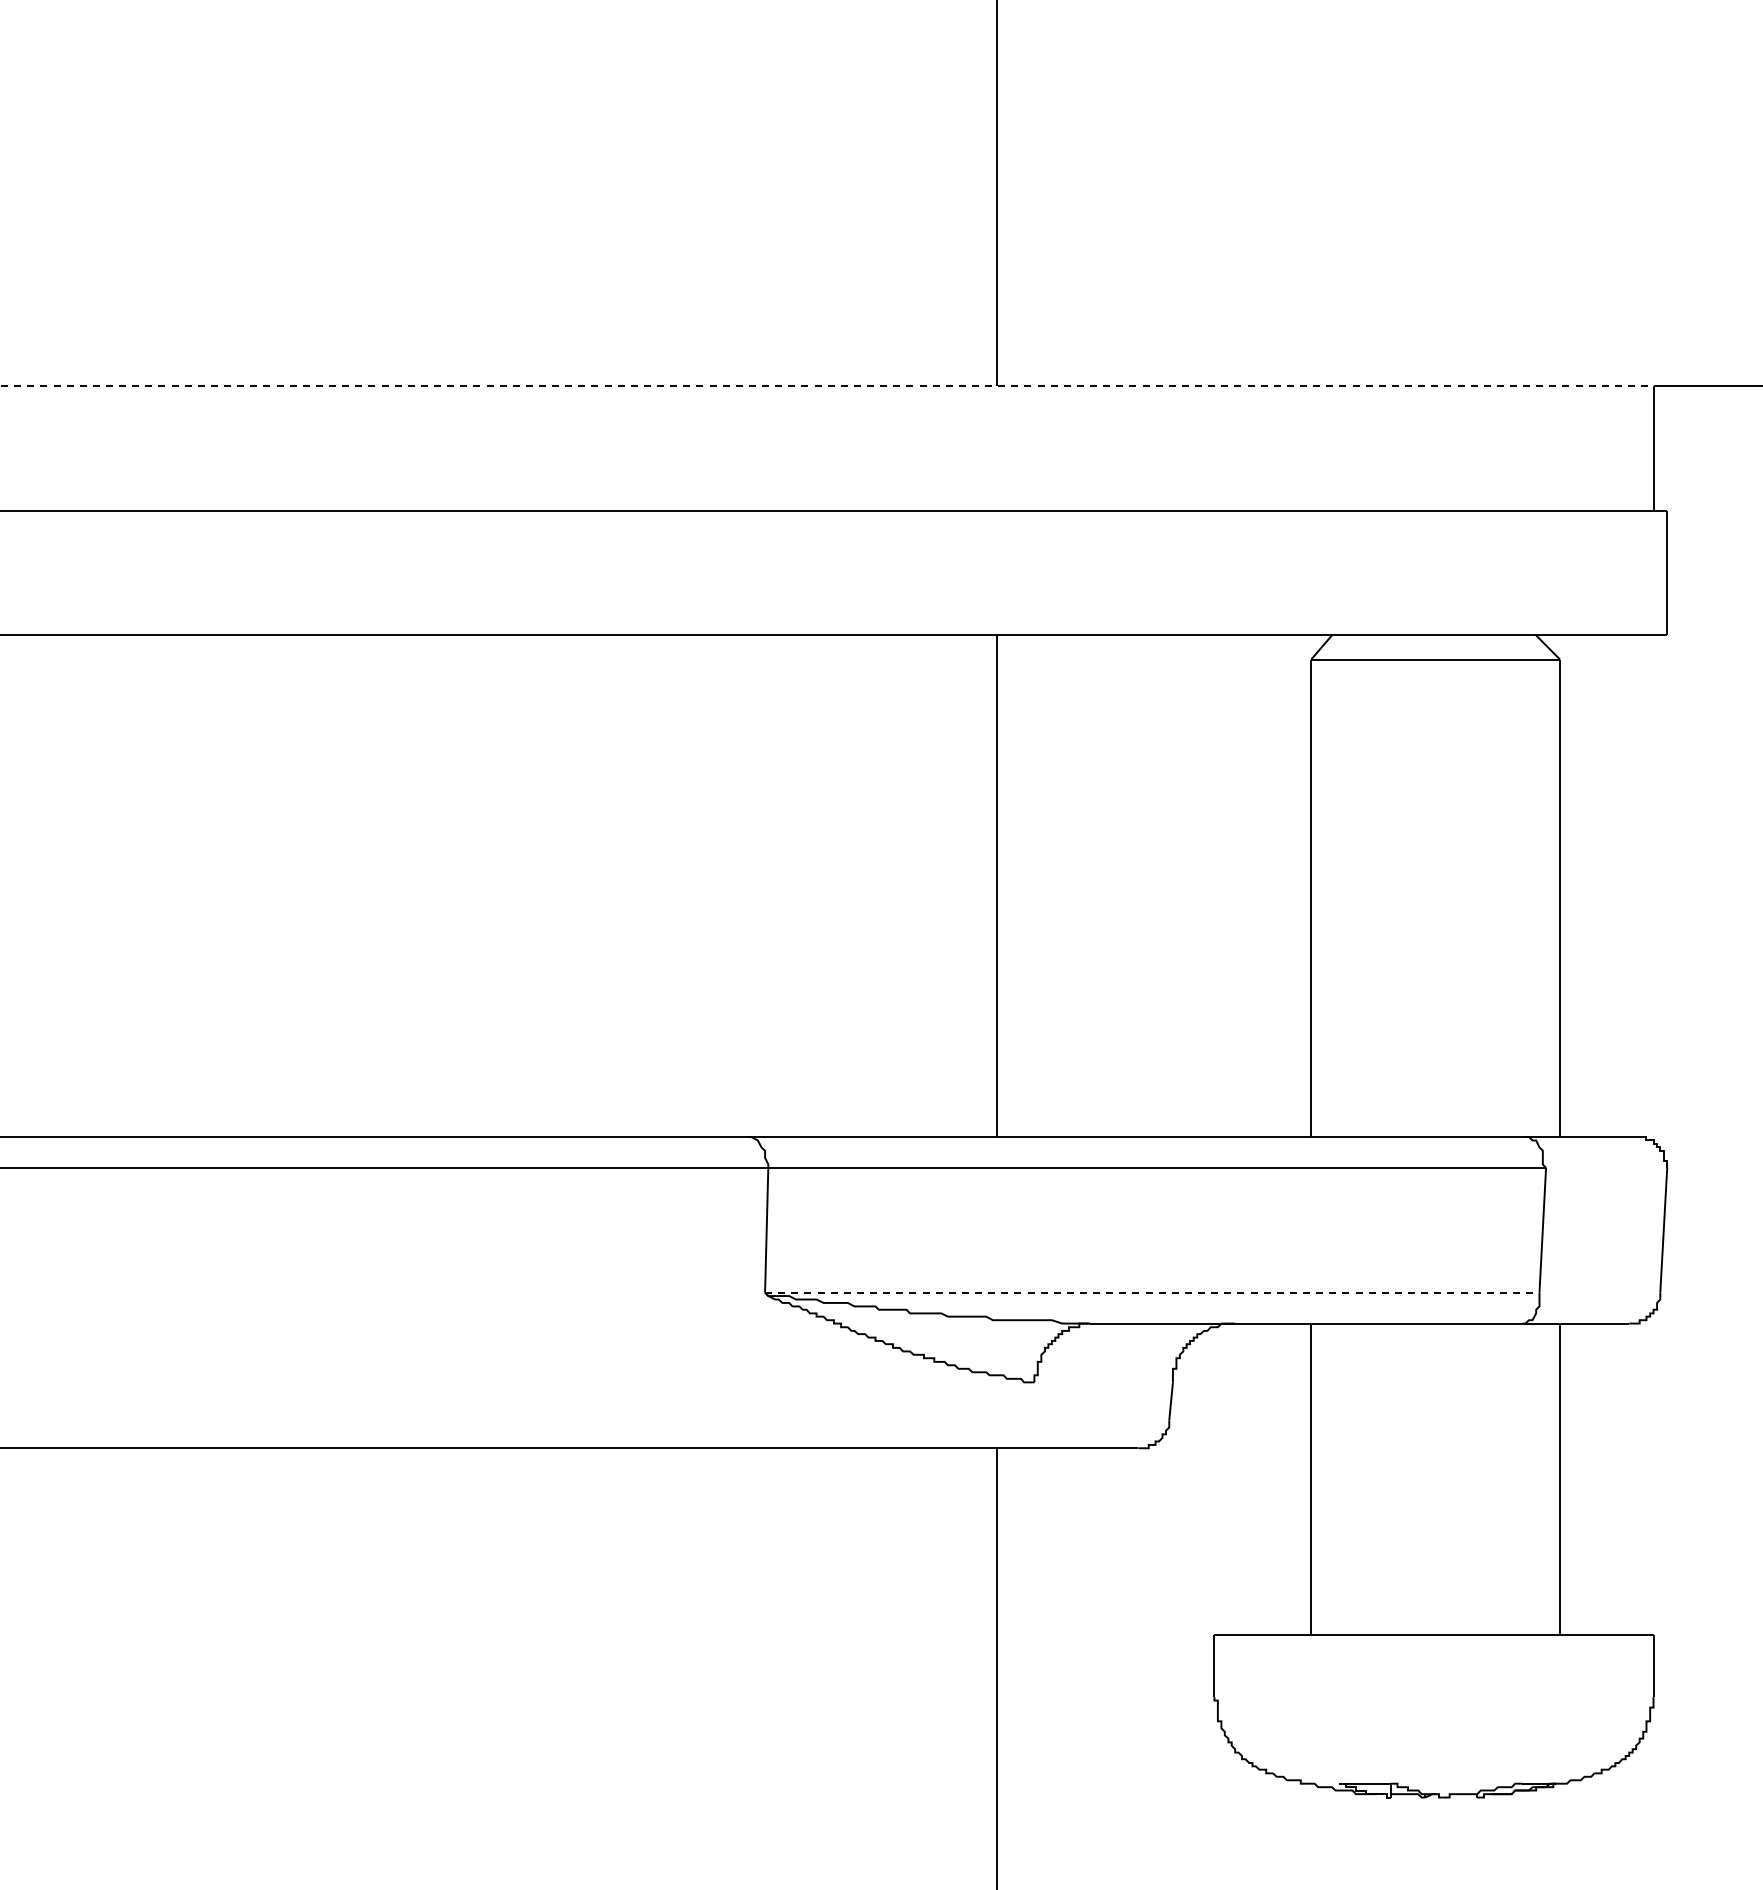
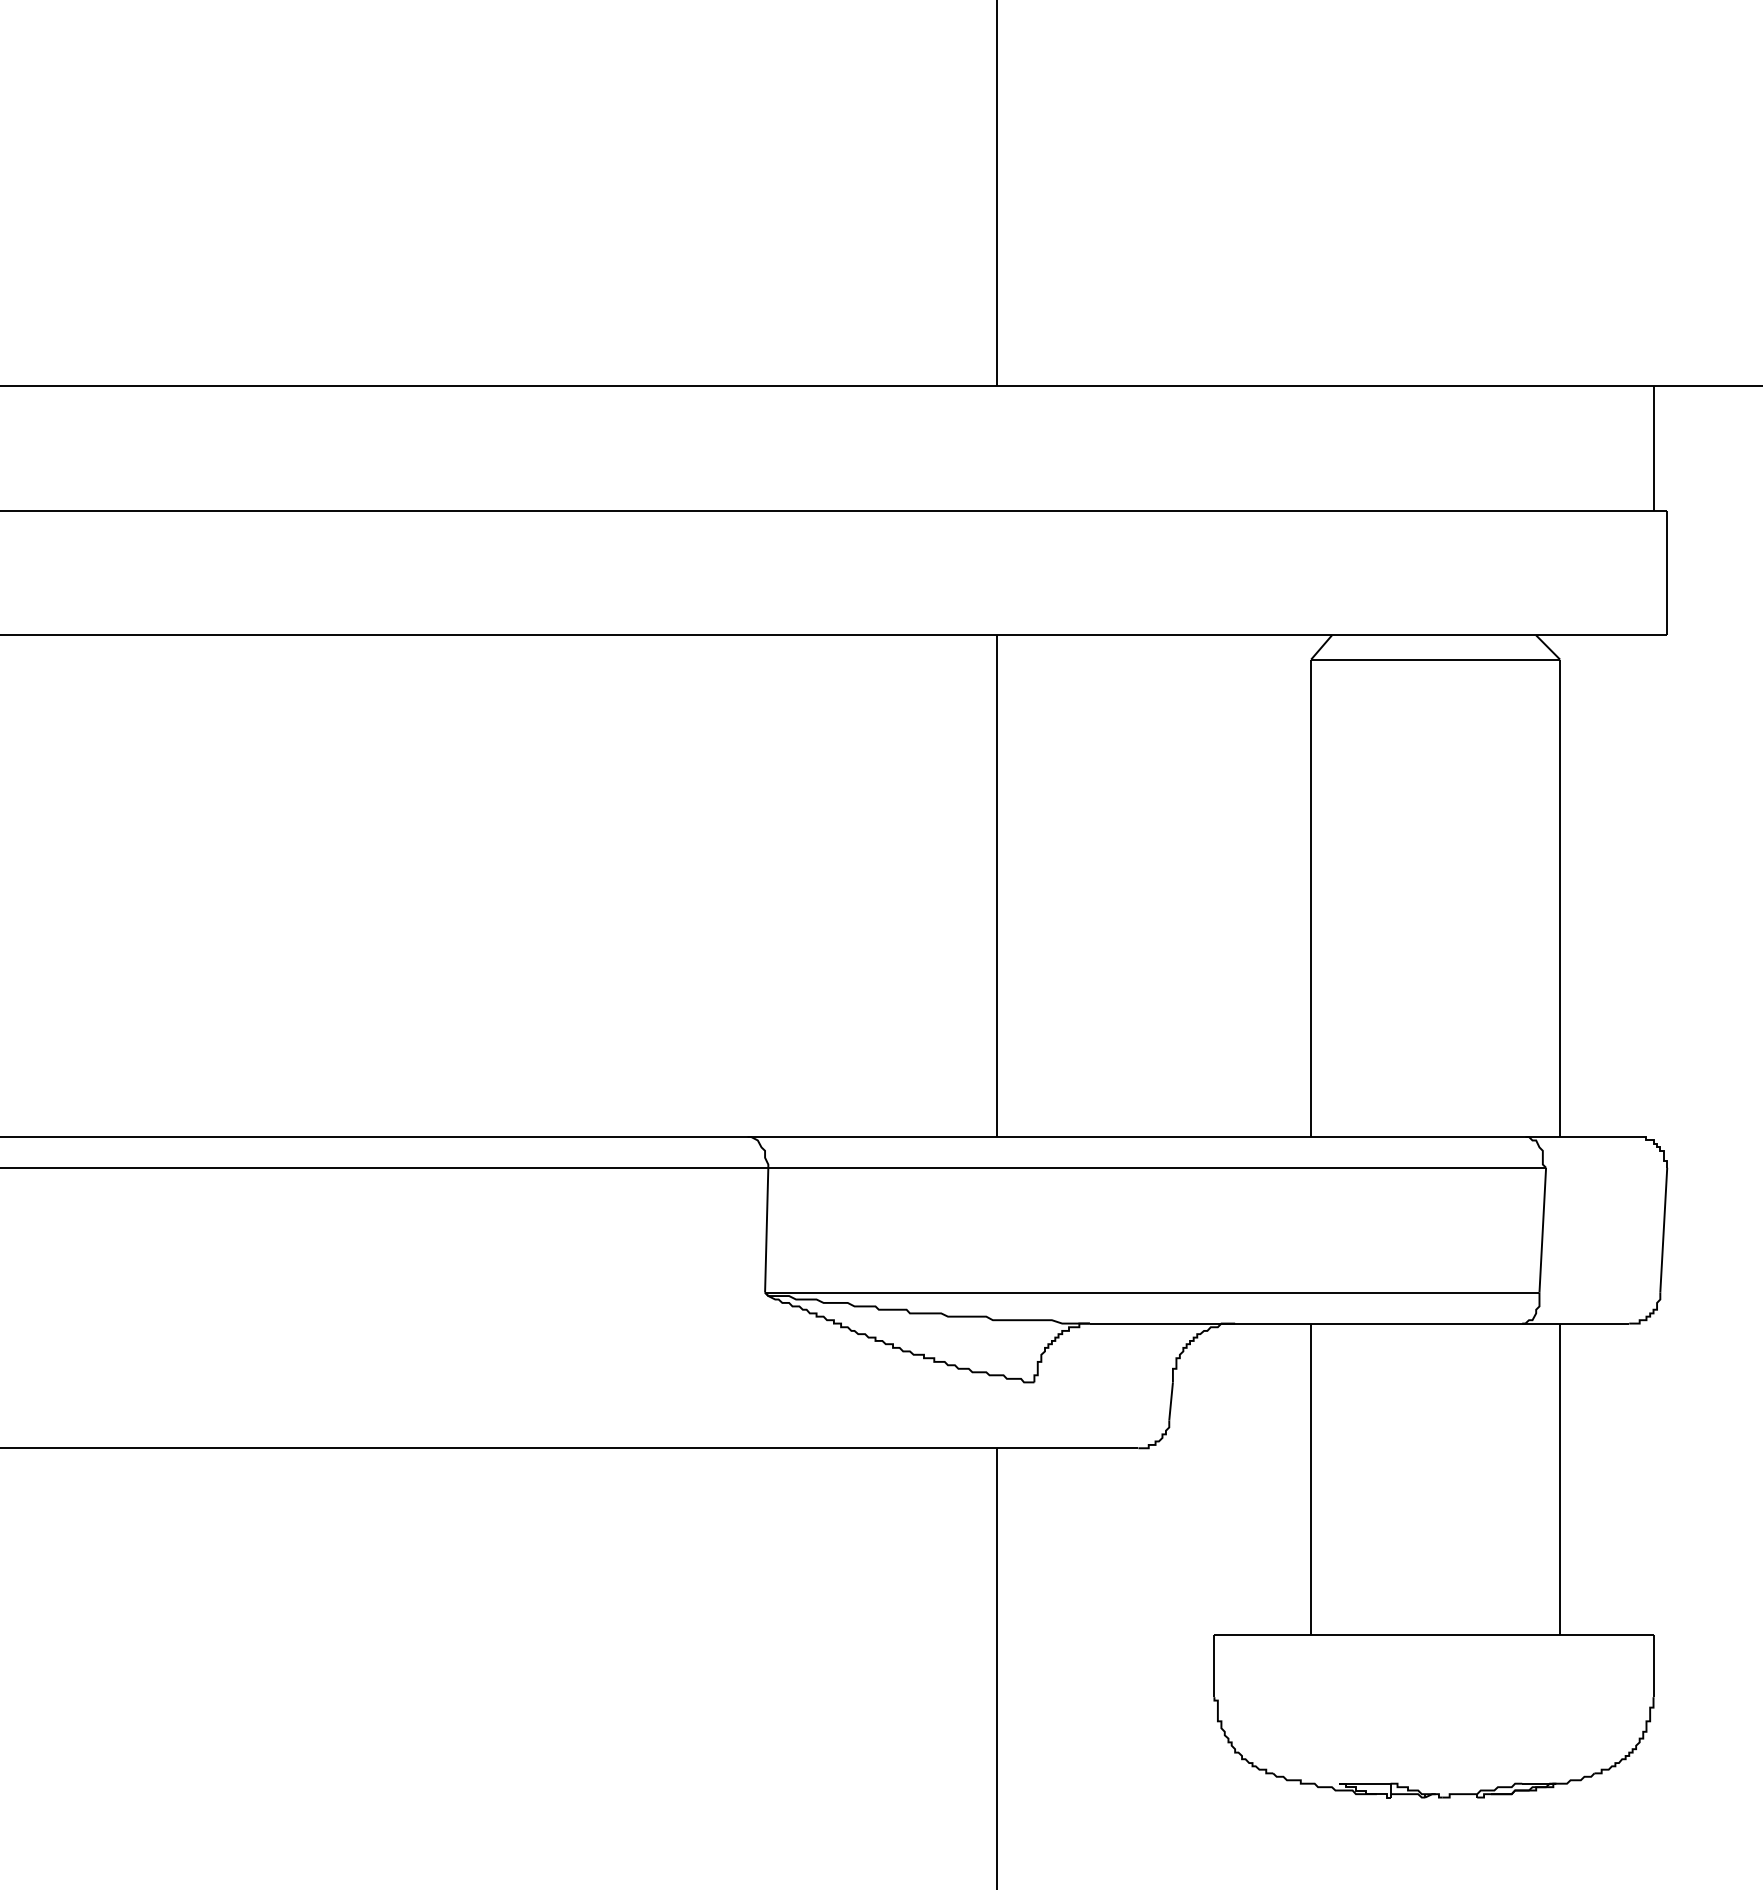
line at (827, 386): dashed -> solid
line at (1152, 1292): dashed -> solid
